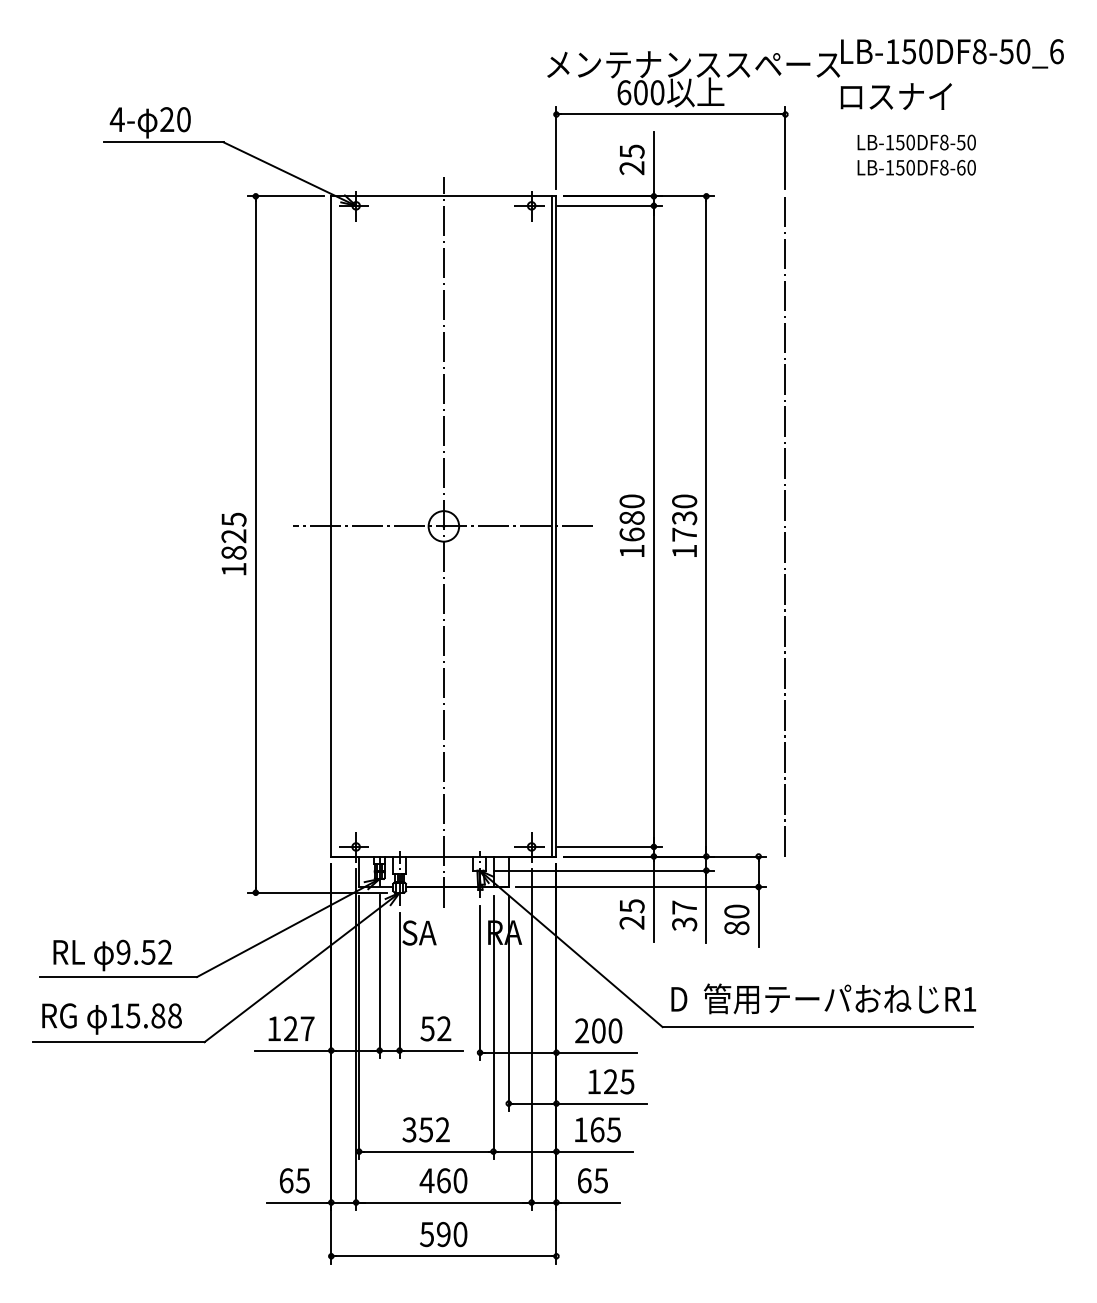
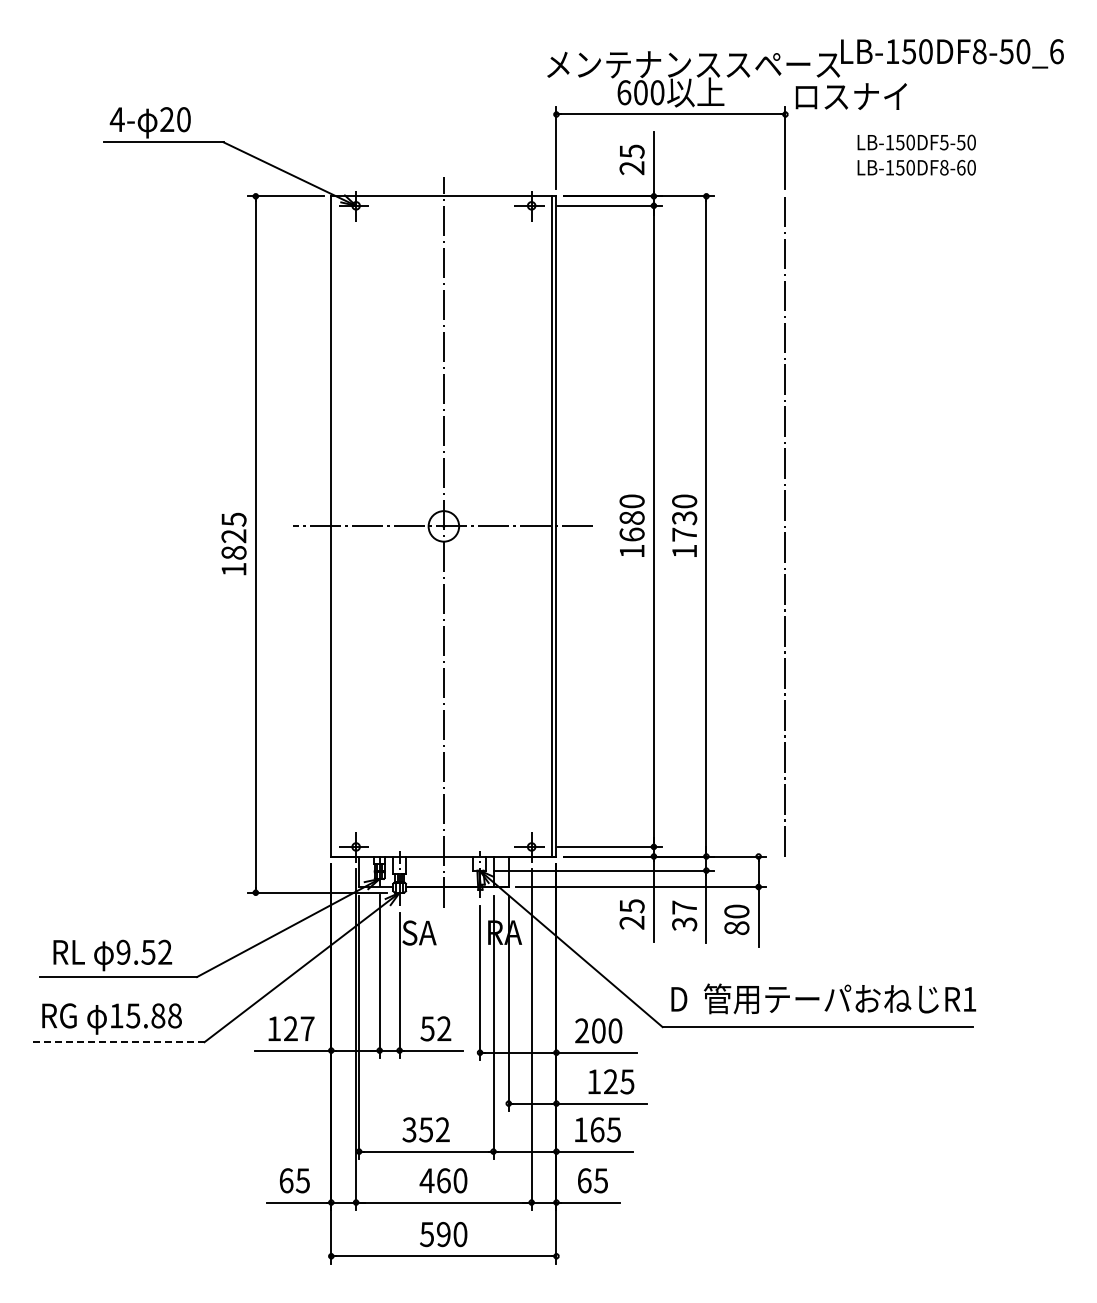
text at (895, 96) position: (895, 96) -> (850, 96)
text at (944, 142): LB-150DF8-50 -> LB-150DF5-50
line at (118, 1042): solid -> dashed
